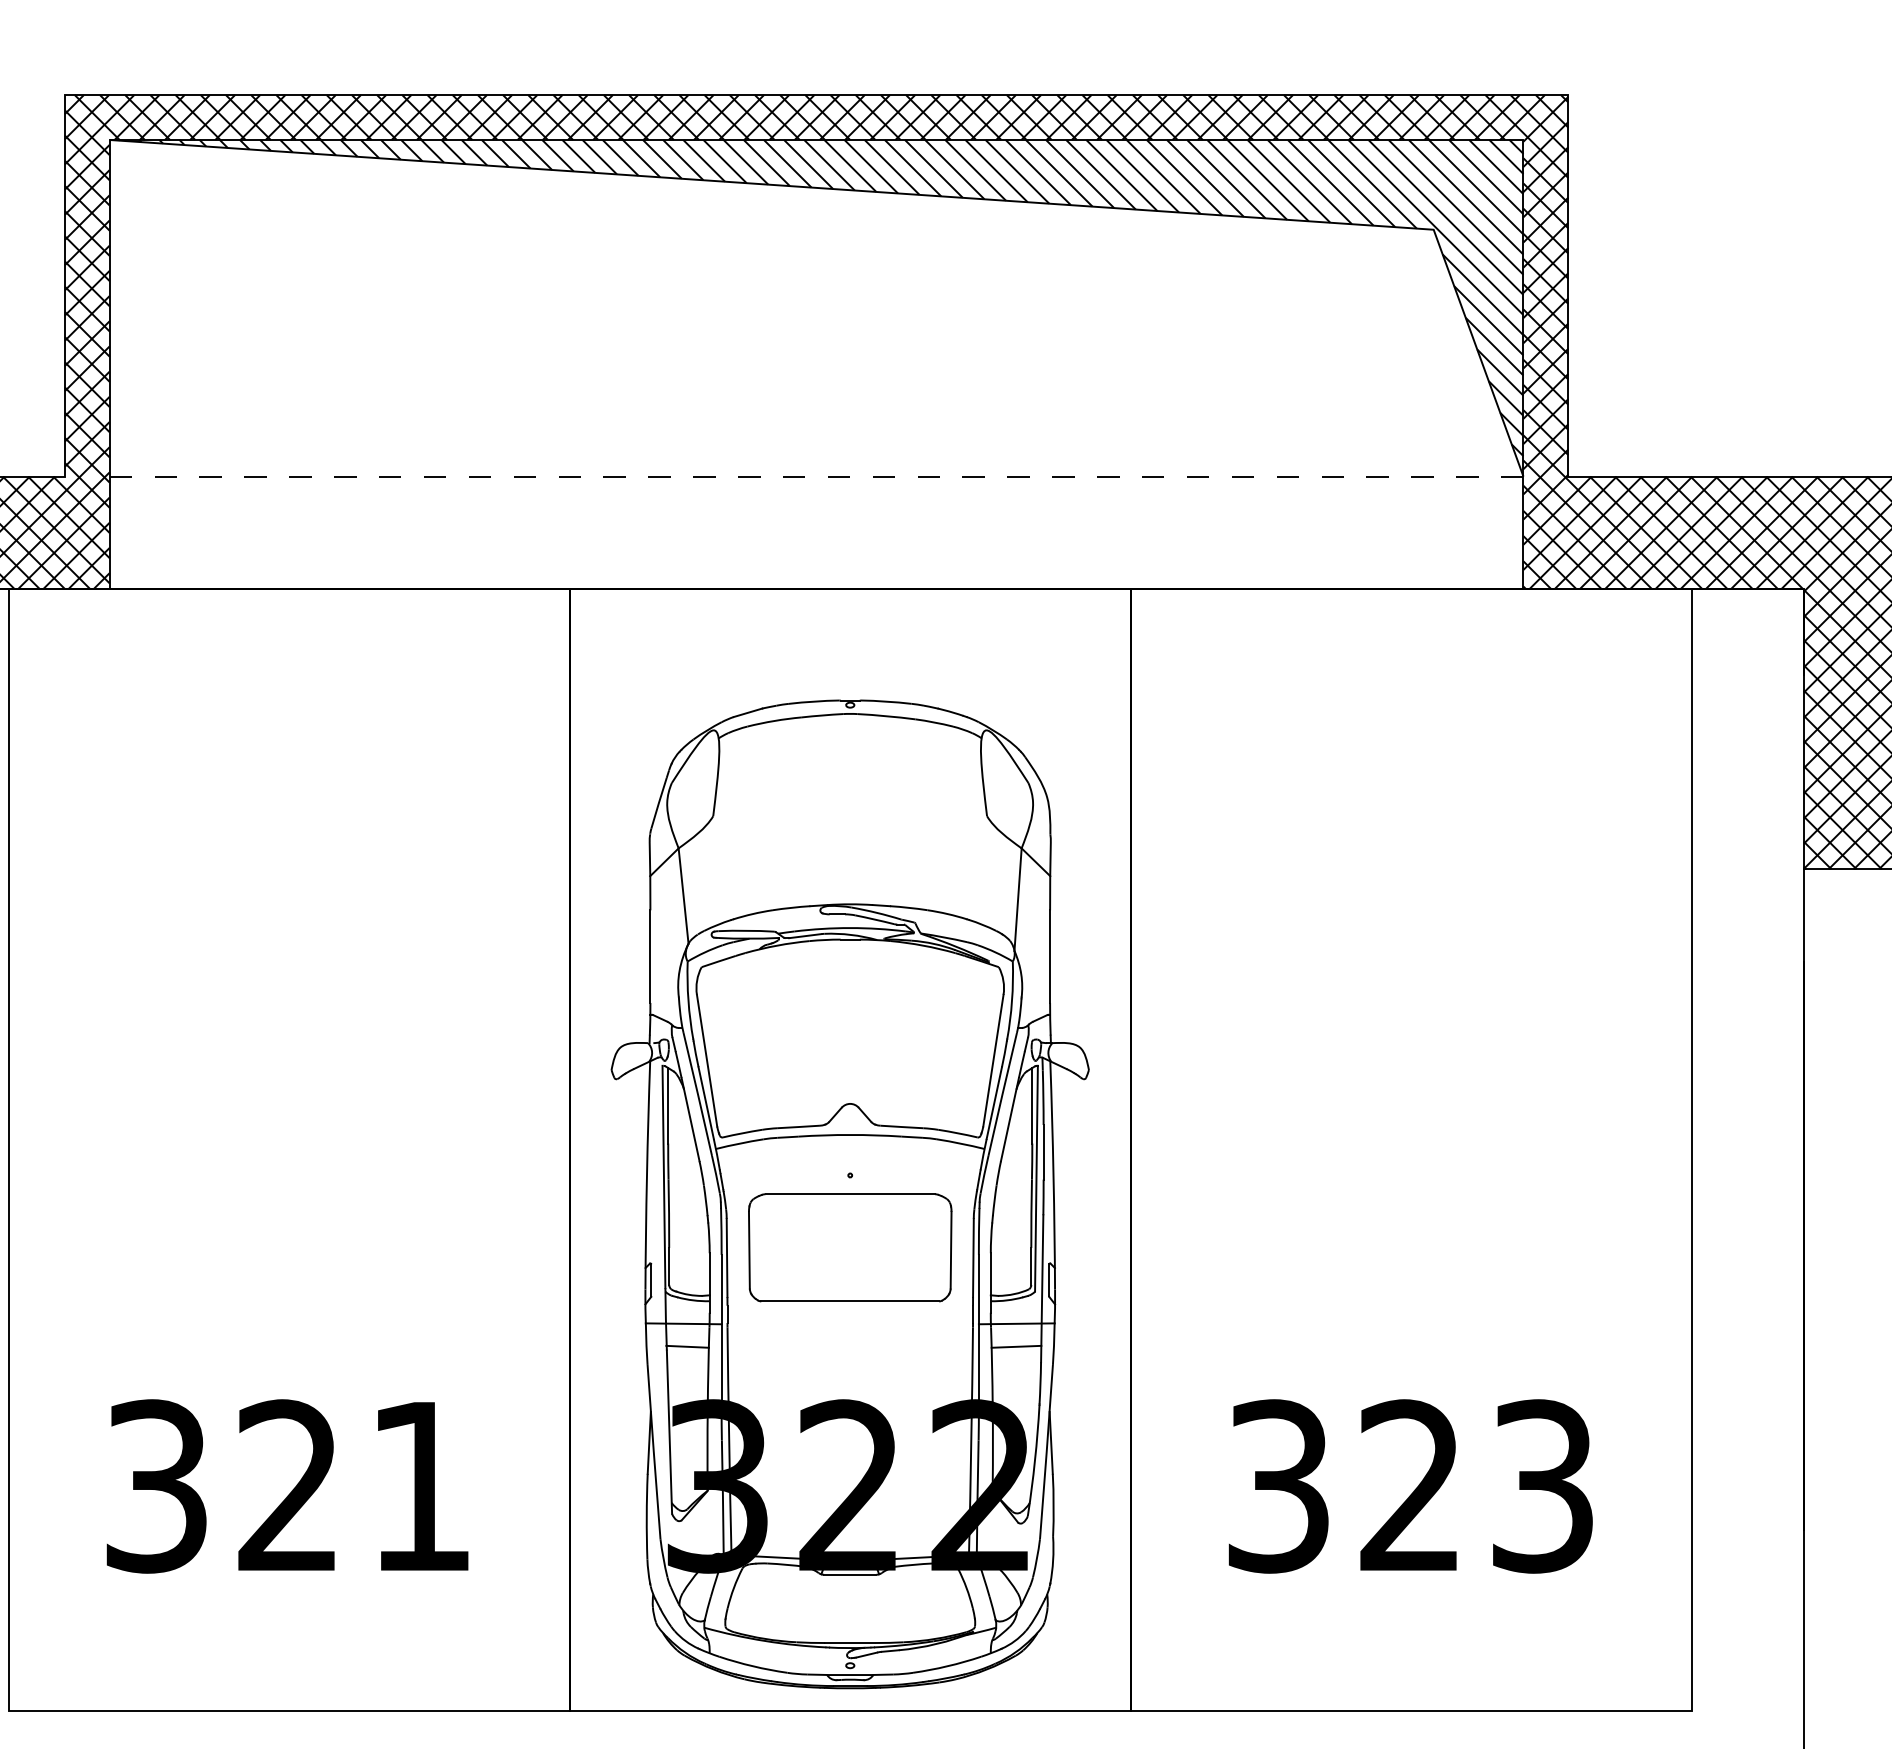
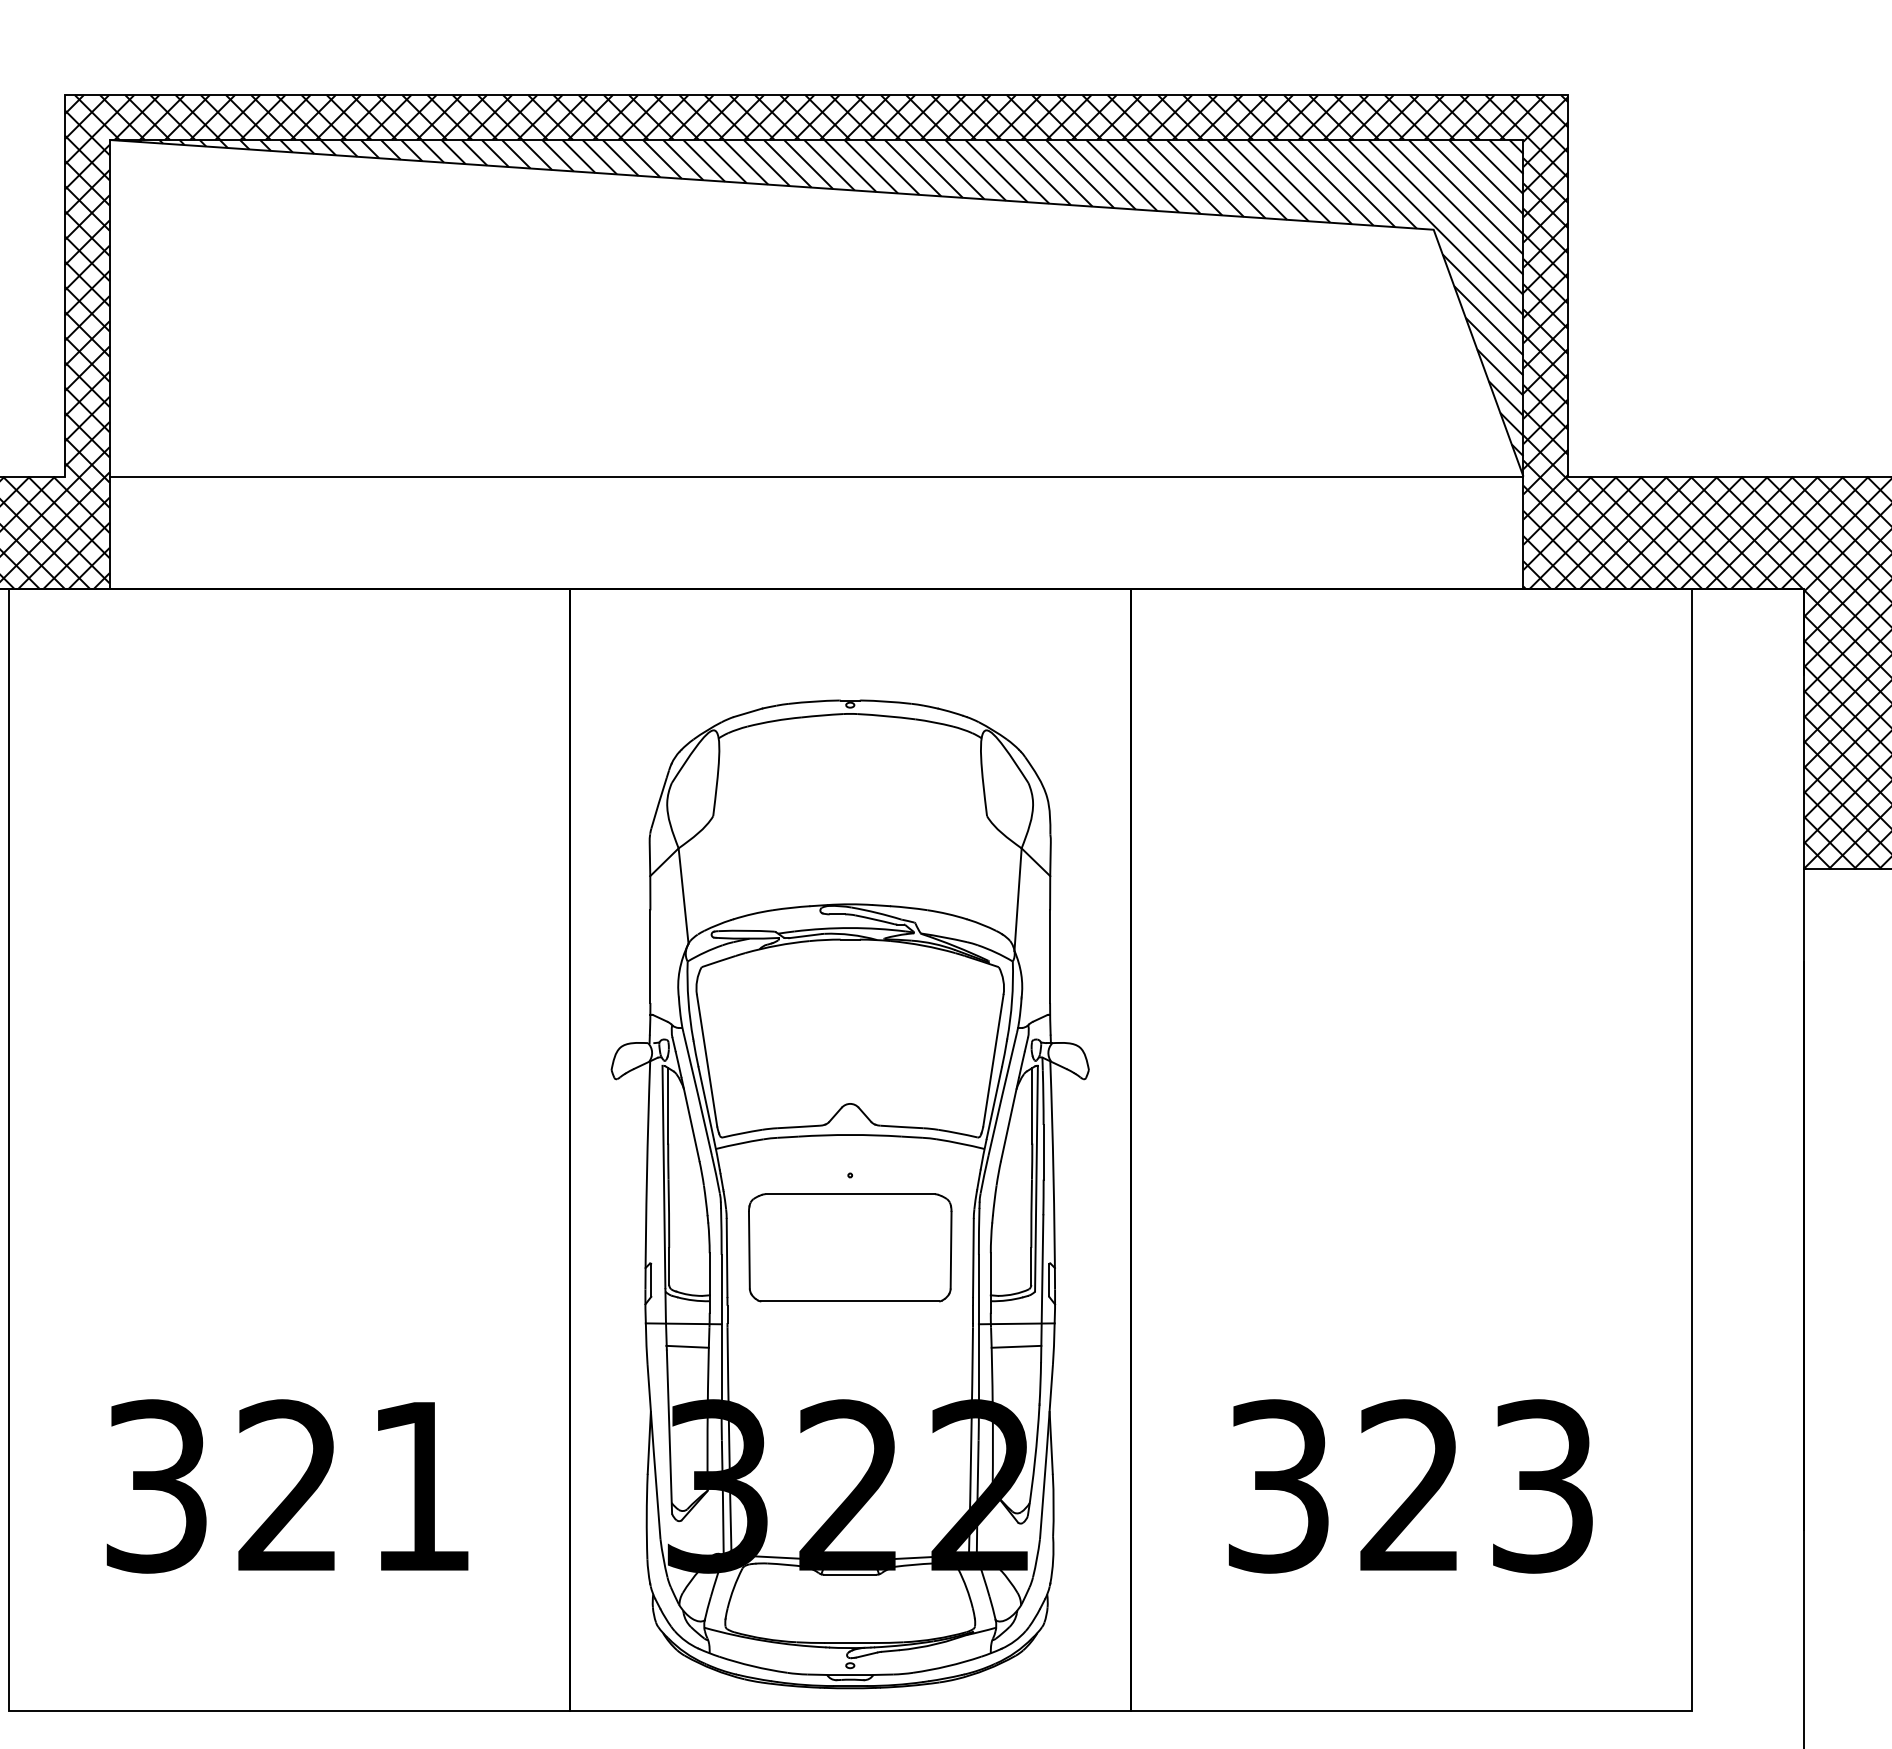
line at (816, 476): dashed -> solid
